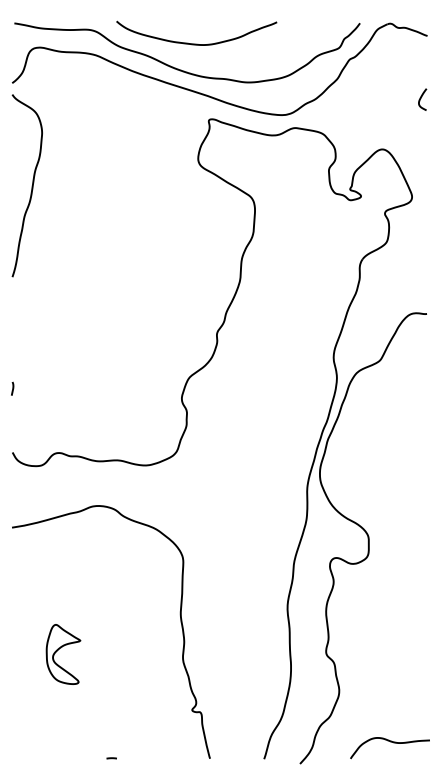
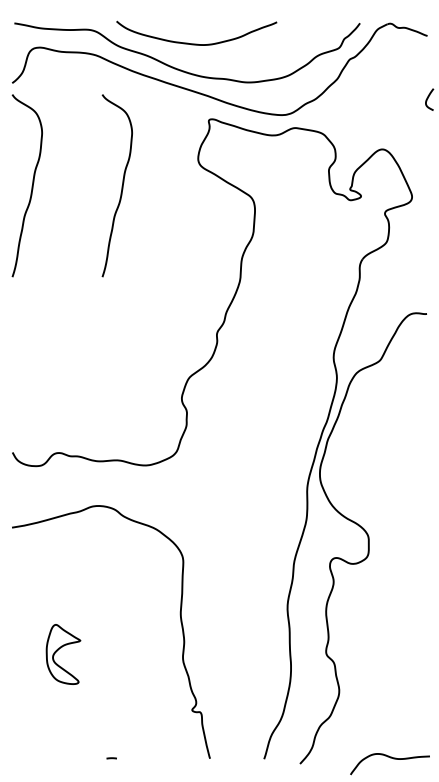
curve at (421, 98) position: (421, 98) -> (428, 98)
curve at (121, 185): none -> present
curve at (12, 388): present -> none
curve at (390, 742) position: (390, 742) -> (390, 758)
